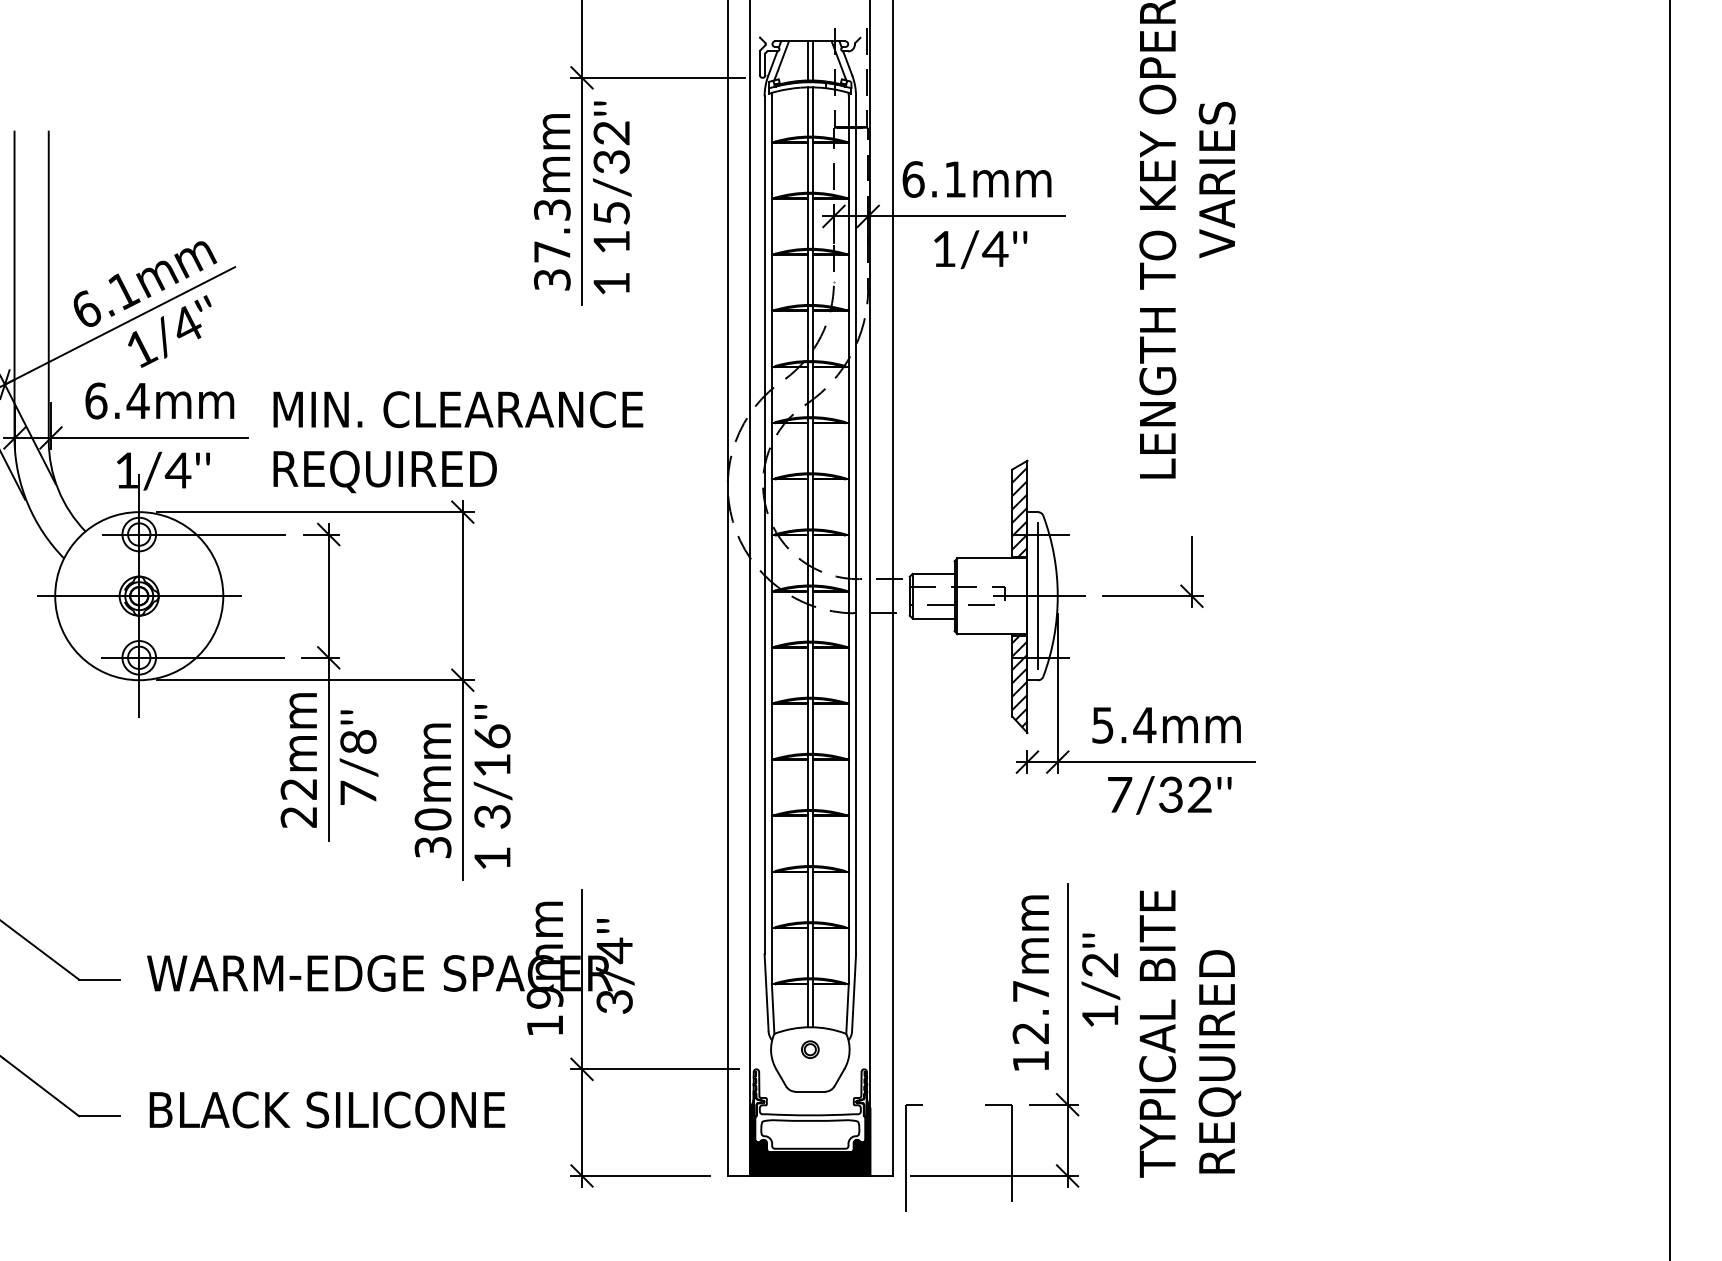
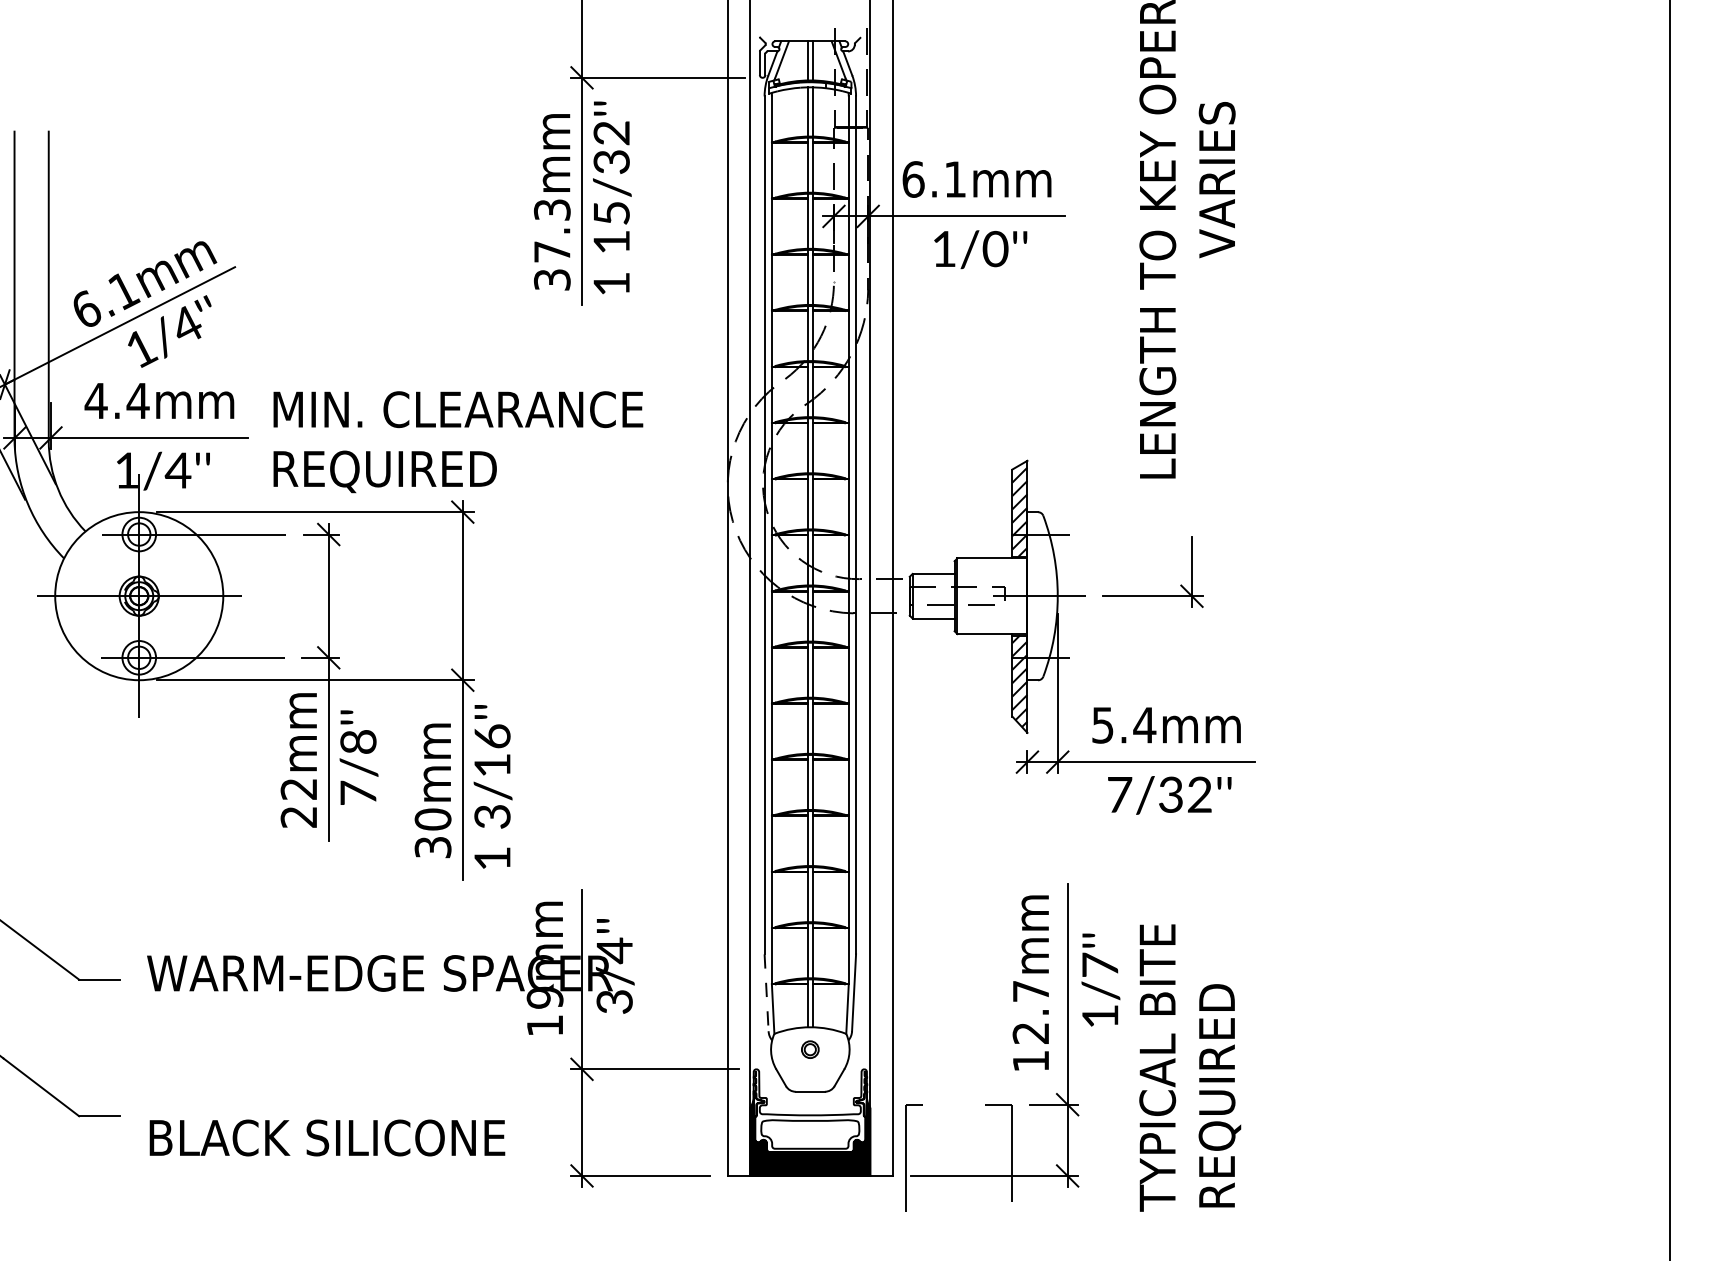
text at (995, 248): 1/4''\f] -> 1/0''\f]
text at (95, 400): 6.4mm -> 4.4mm
line at (1038, 596): present -> none
text at (1100, 964): 1/2''\f] -> 1/7''\f]
line at (766, 993): solid -> dashed
text at (1190, 1033) position: (1190, 1033) -> (1190, 1067)
text at (327, 1109) position: (327, 1109) -> (327, 1137)
